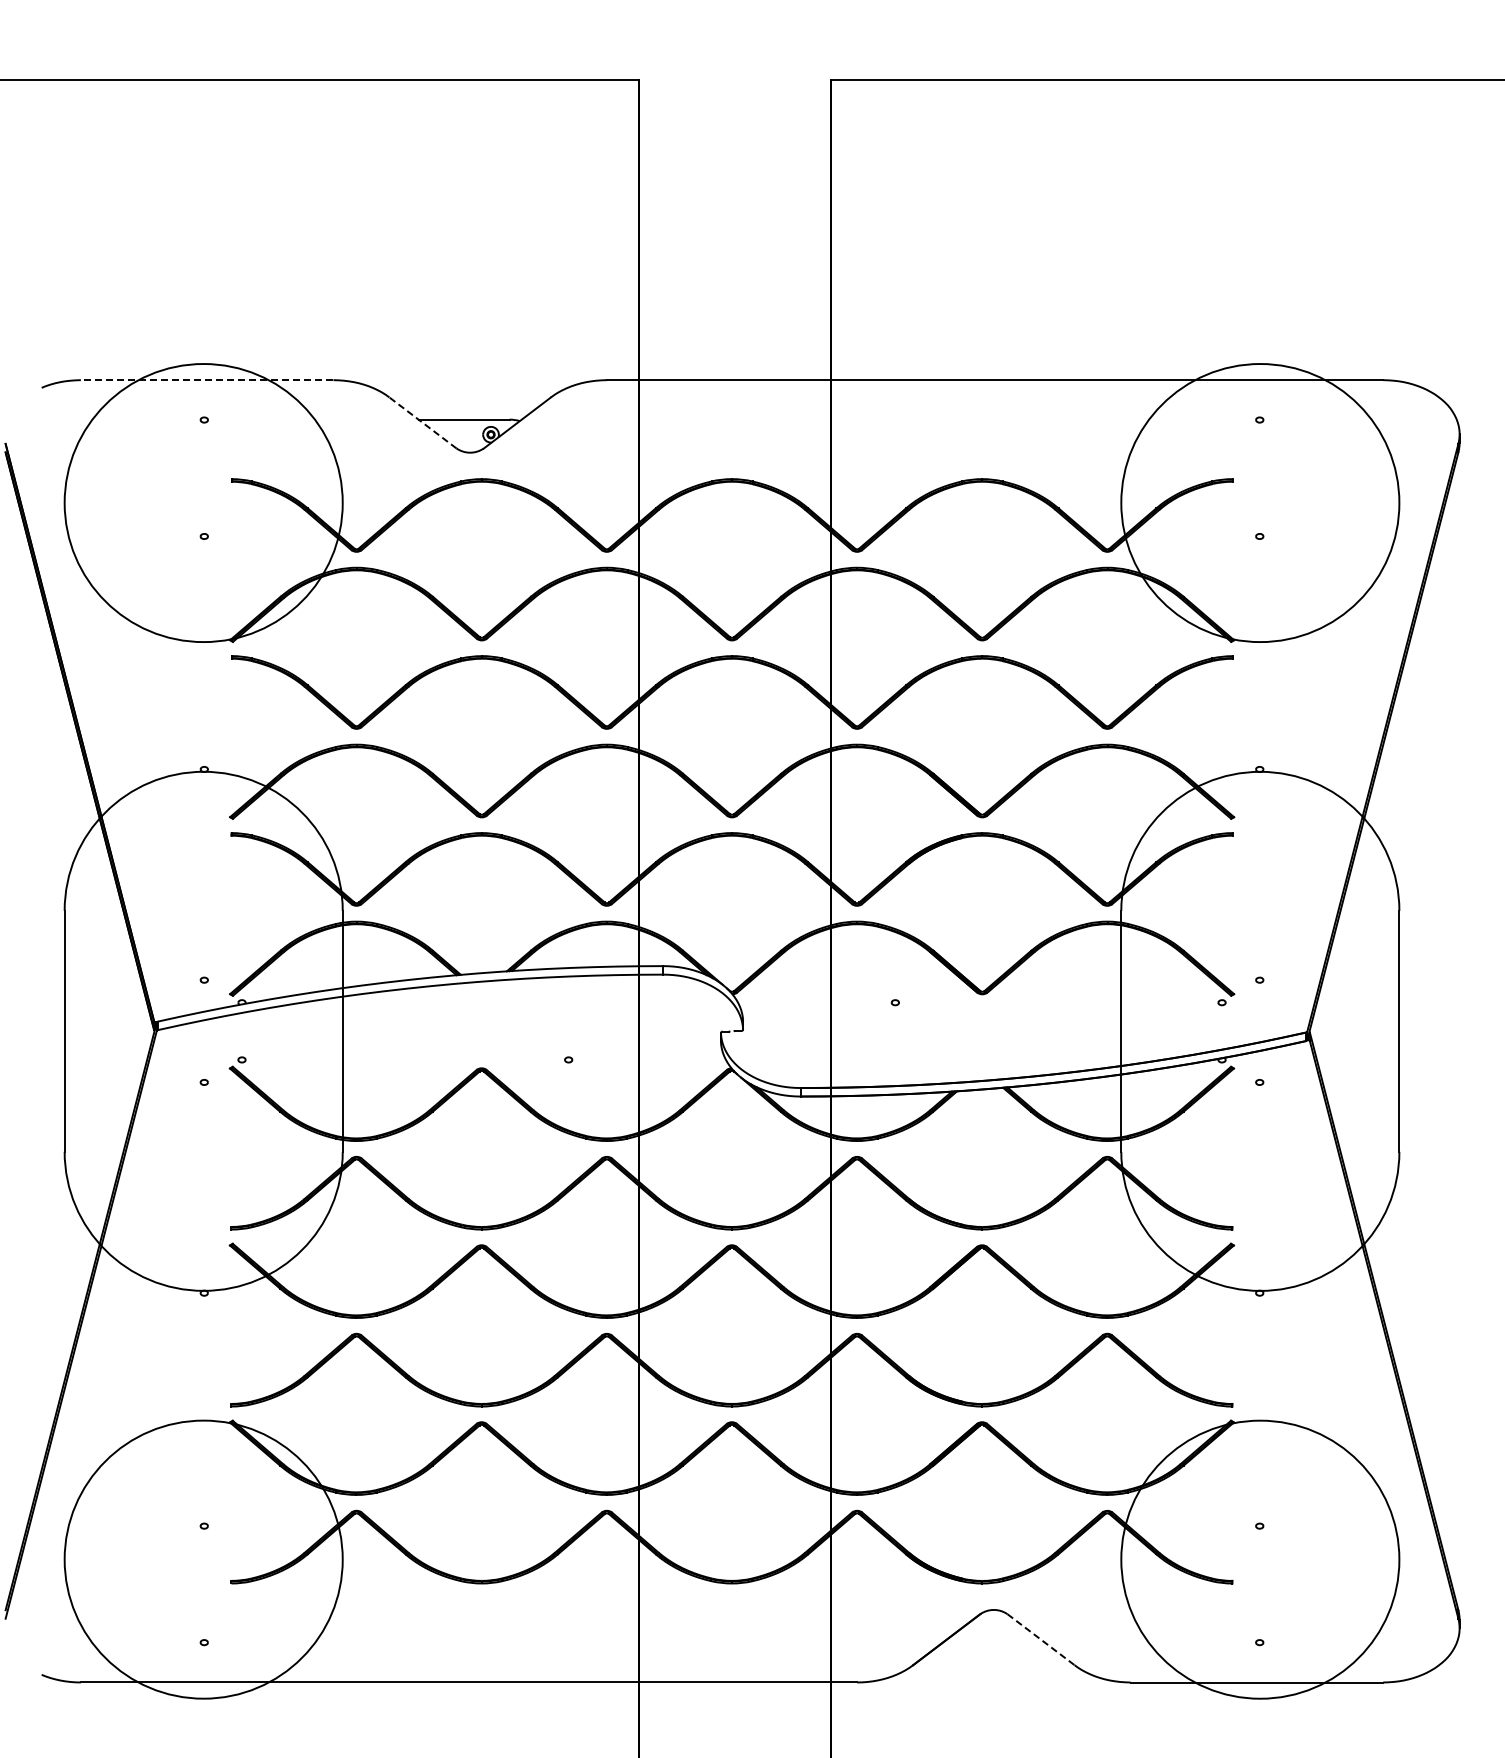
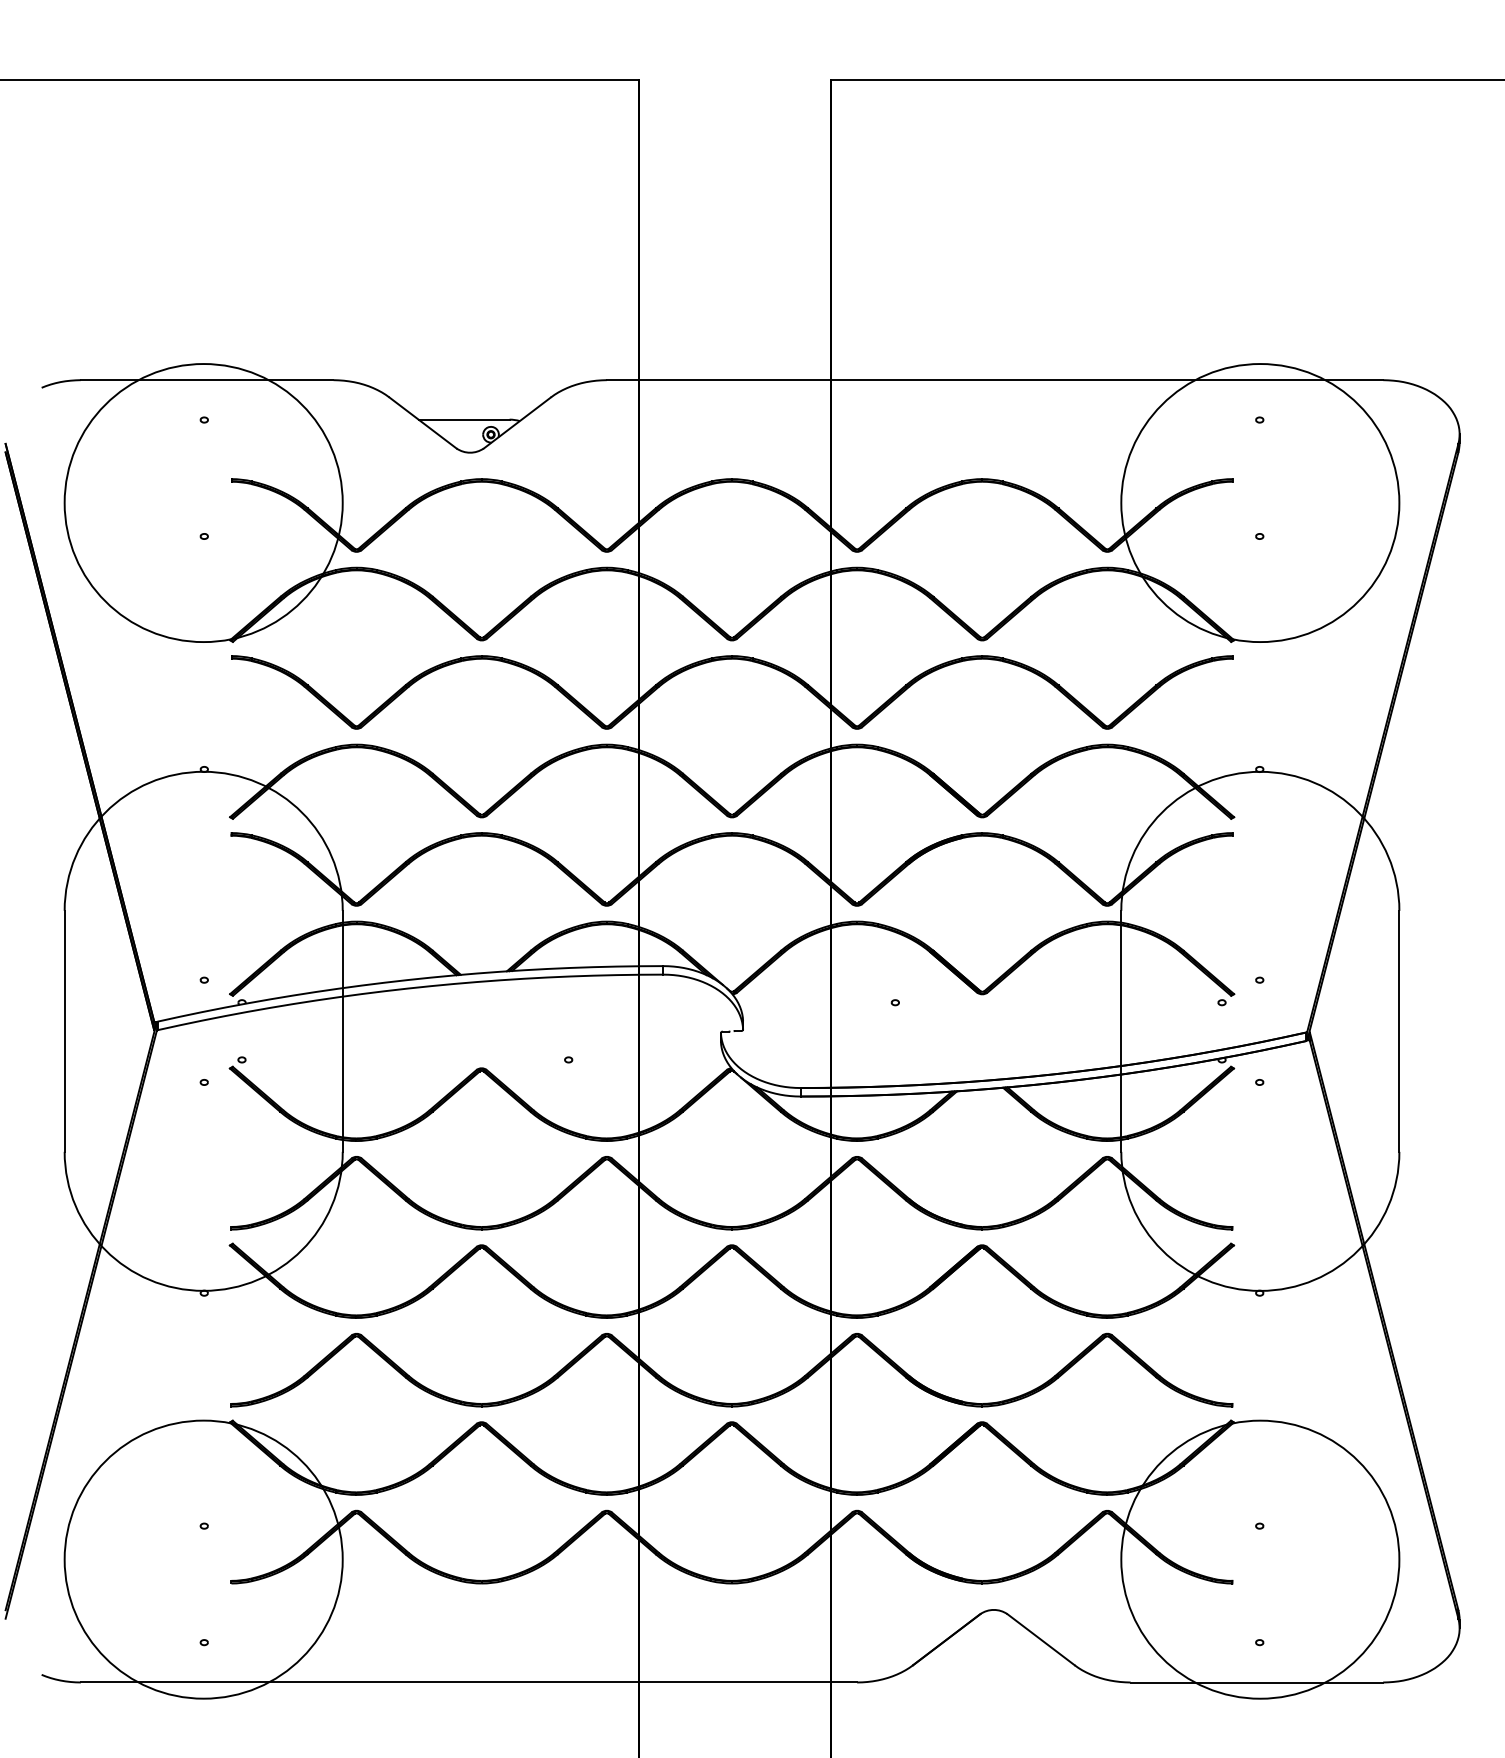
line at (206, 380): dashed -> solid
line at (422, 422): dashed -> solid
line at (1041, 1639): dashed -> solid
